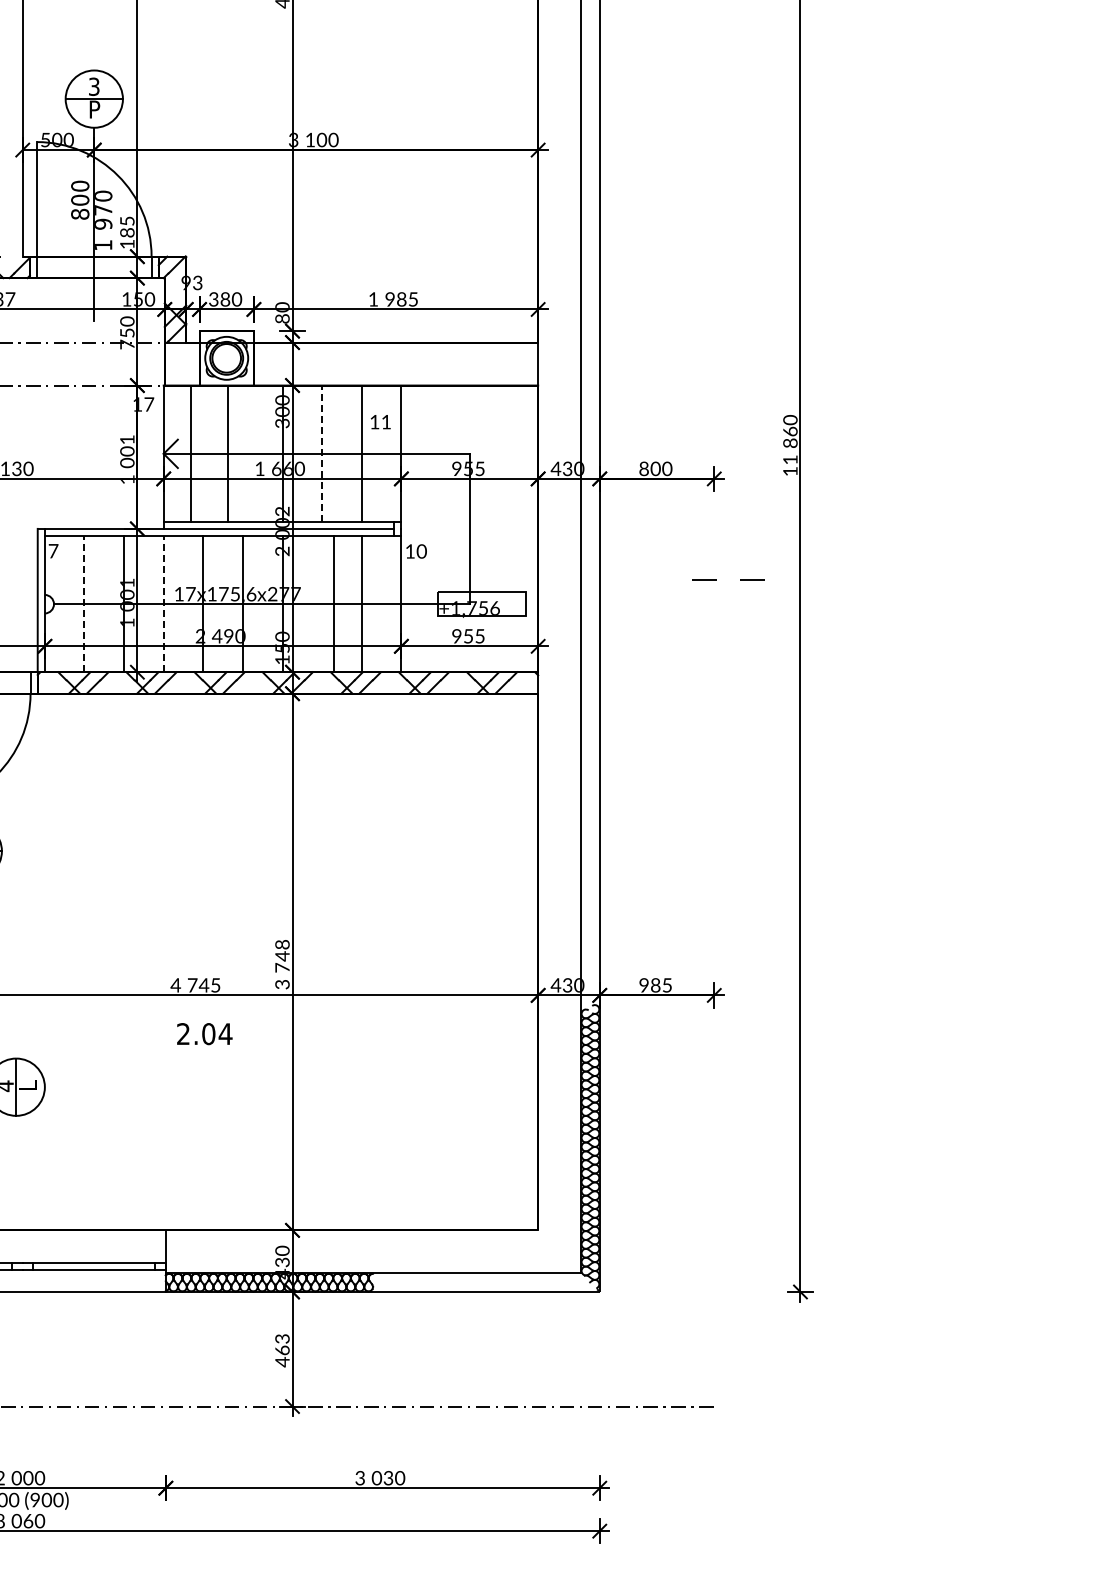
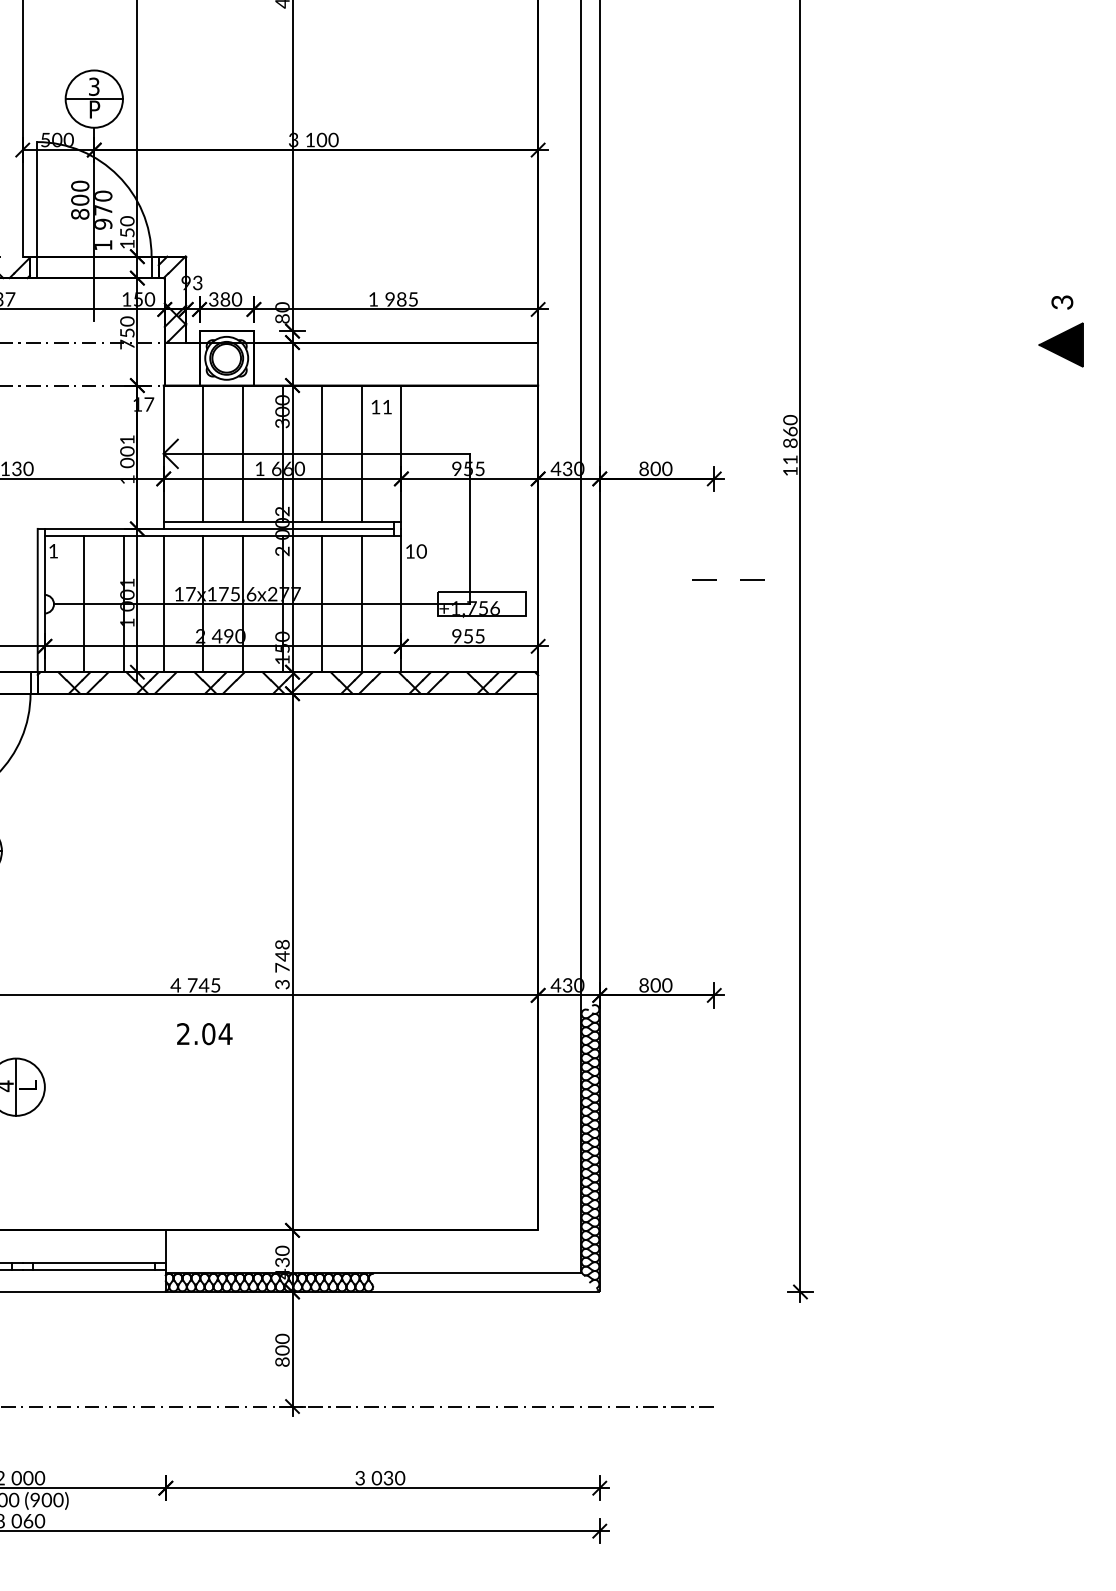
text at (127, 226): 185 -> 150
part at (1060, 331): none -> present
text at (380, 422) position: (380, 422) -> (381, 407)
line at (191, 453) position: (191, 453) -> (203, 453)
line at (227, 453) position: (227, 453) -> (242, 453)
line at (322, 453): dashed -> solid
text at (53, 551): 7 -> 1
line at (84, 603): dashed -> solid
line at (163, 603): dashed -> solid
line at (334, 604) position: (334, 604) -> (322, 604)
text at (655, 985): 985 -> 800
text at (282, 1350): 463 -> 800
